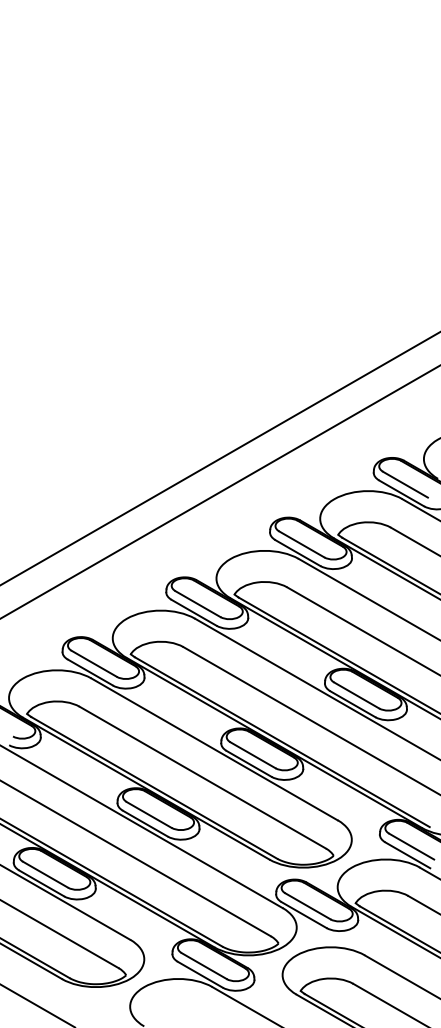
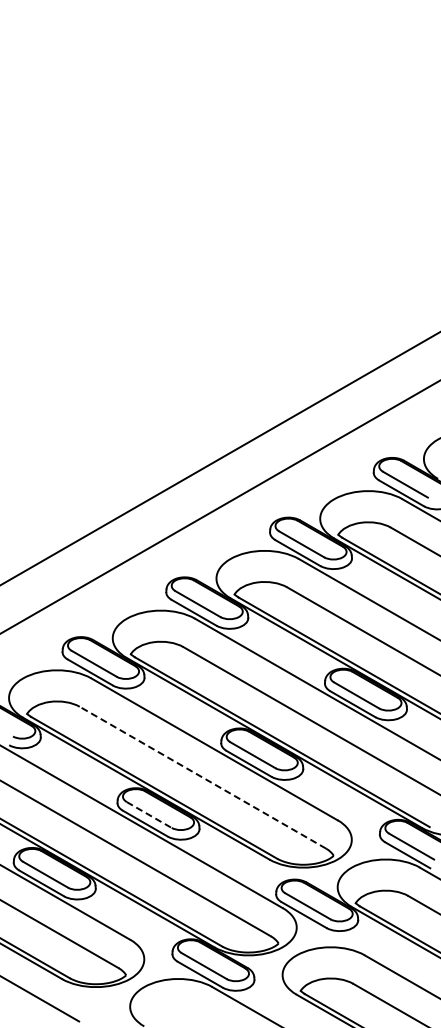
line at (219, 491) position: (219, 491) -> (219, 506)
line at (202, 777): solid -> dashed
line at (149, 814): solid -> dashed
line at (35, 1004) position: (35, 1004) -> (40, 999)
